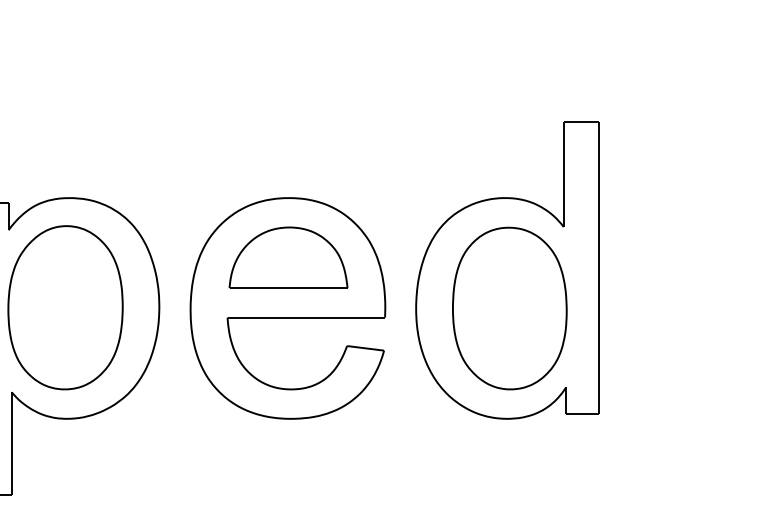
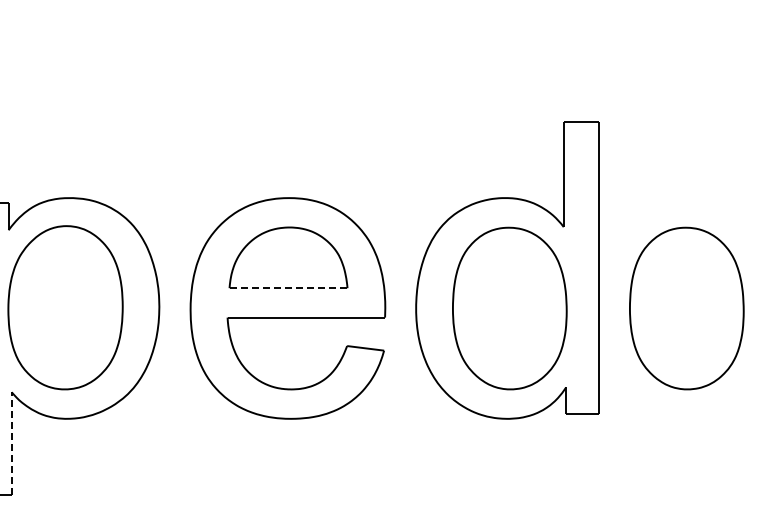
line at (288, 288): solid -> dashed
part at (686, 308): none -> present
line at (11, 443): solid -> dashed
